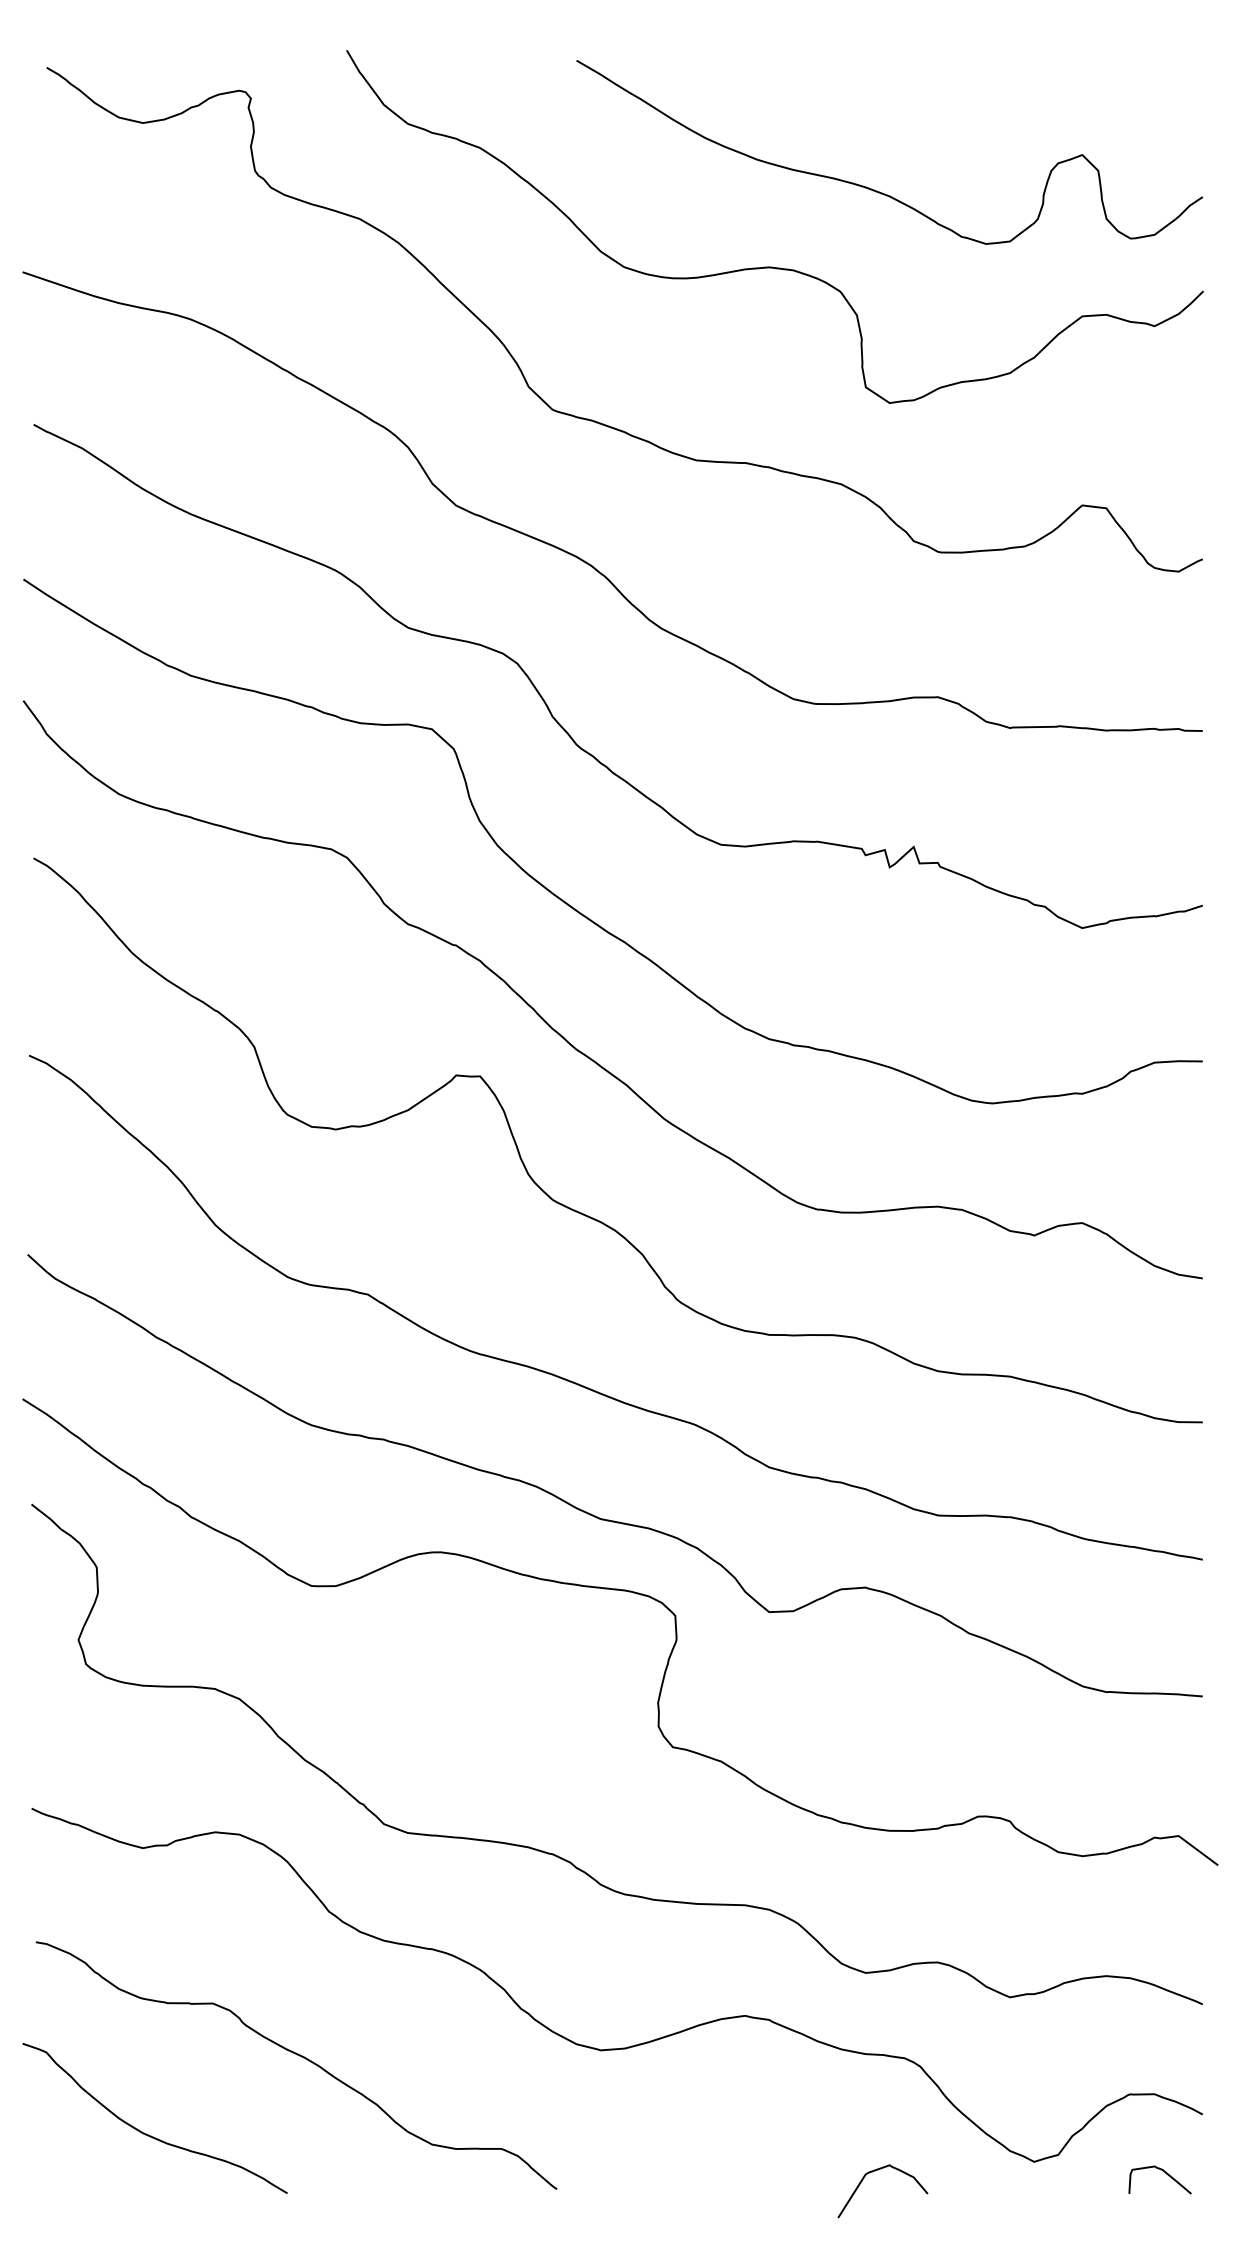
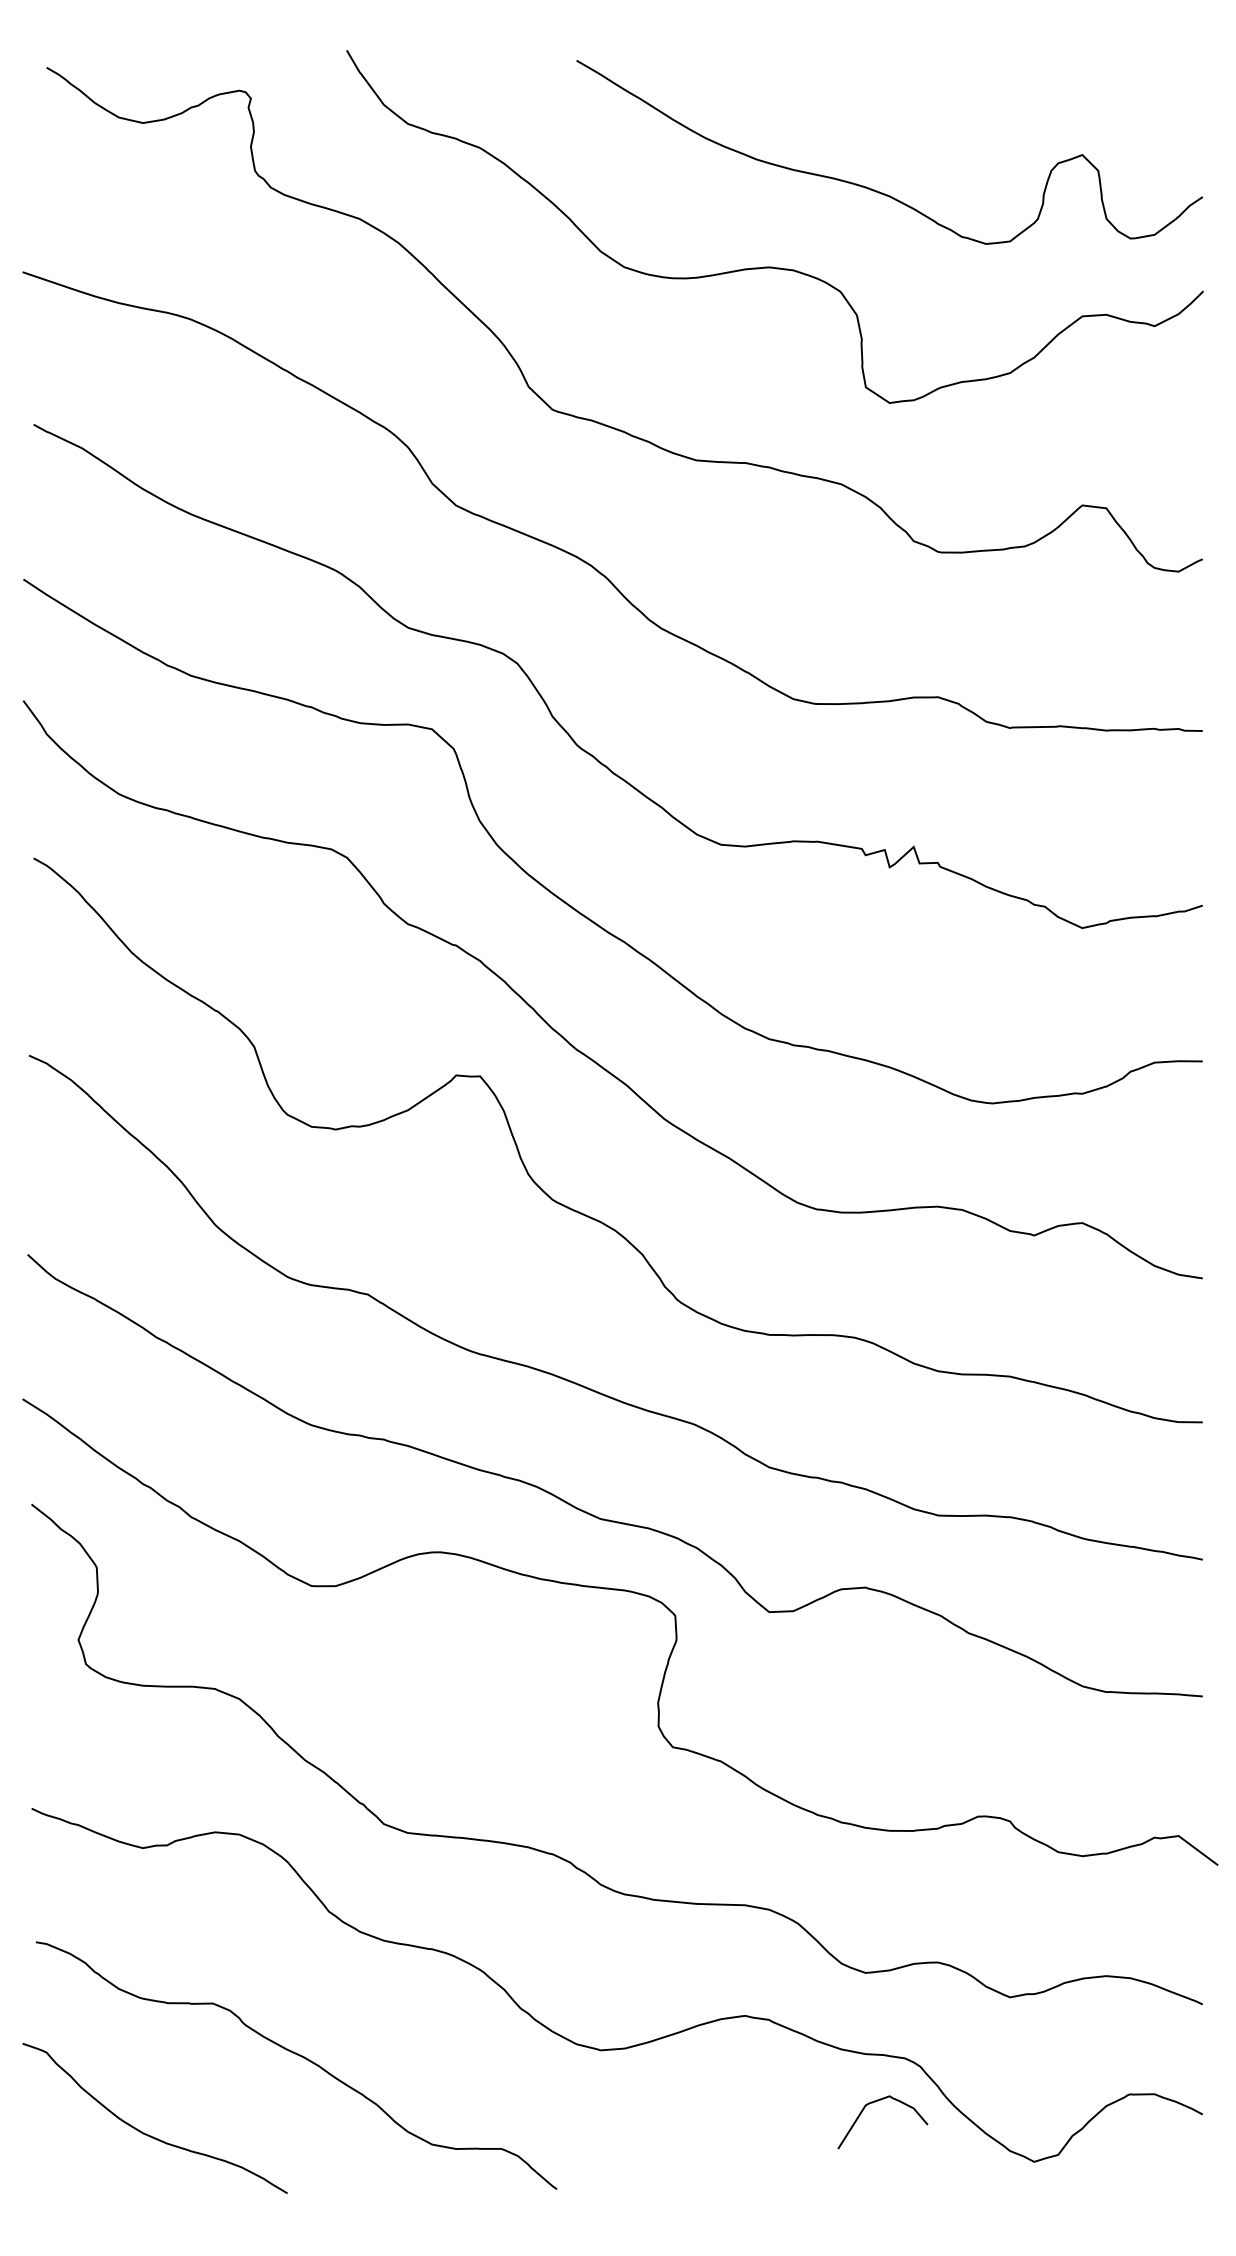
curve at (875, 2171) position: (875, 2171) -> (875, 2102)
curve at (1165, 2173): present -> none
